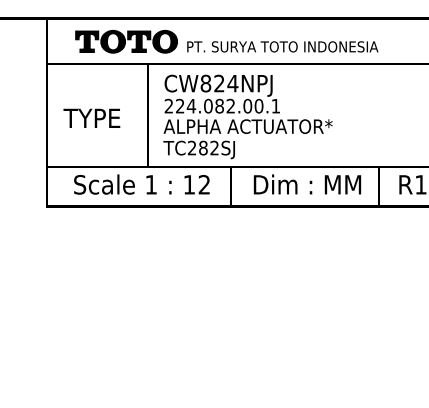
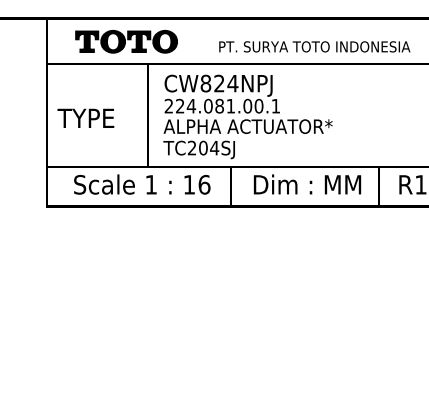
text at (282, 46) position: (282, 46) -> (314, 46)
text at (230, 105): 224.082.00.1 -> 224.081.00.1
text at (91, 117) position: (91, 117) -> (85, 117)
text at (209, 147): TC282SJ -> TC204SJ
text at (204, 184): 12 -> 16
